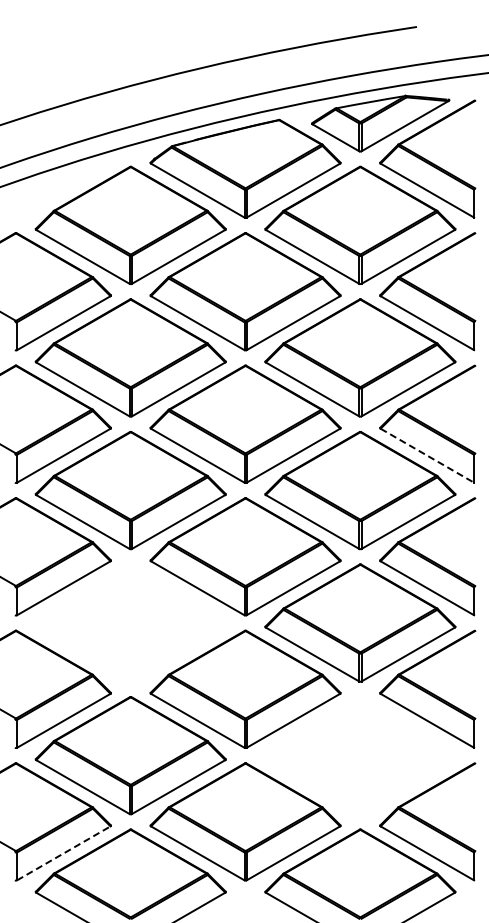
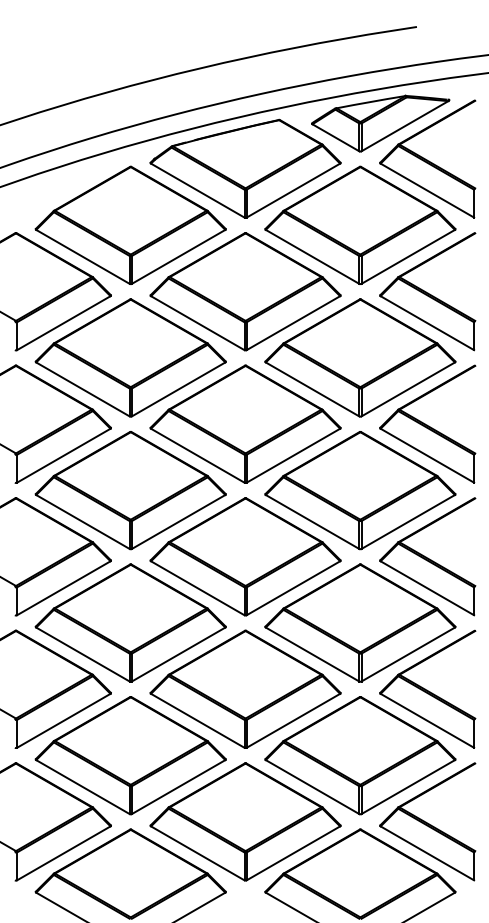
line at (427, 455): dashed -> solid
part at (130, 622): none -> present
part at (360, 755): none -> present
line at (63, 853): dashed -> solid
